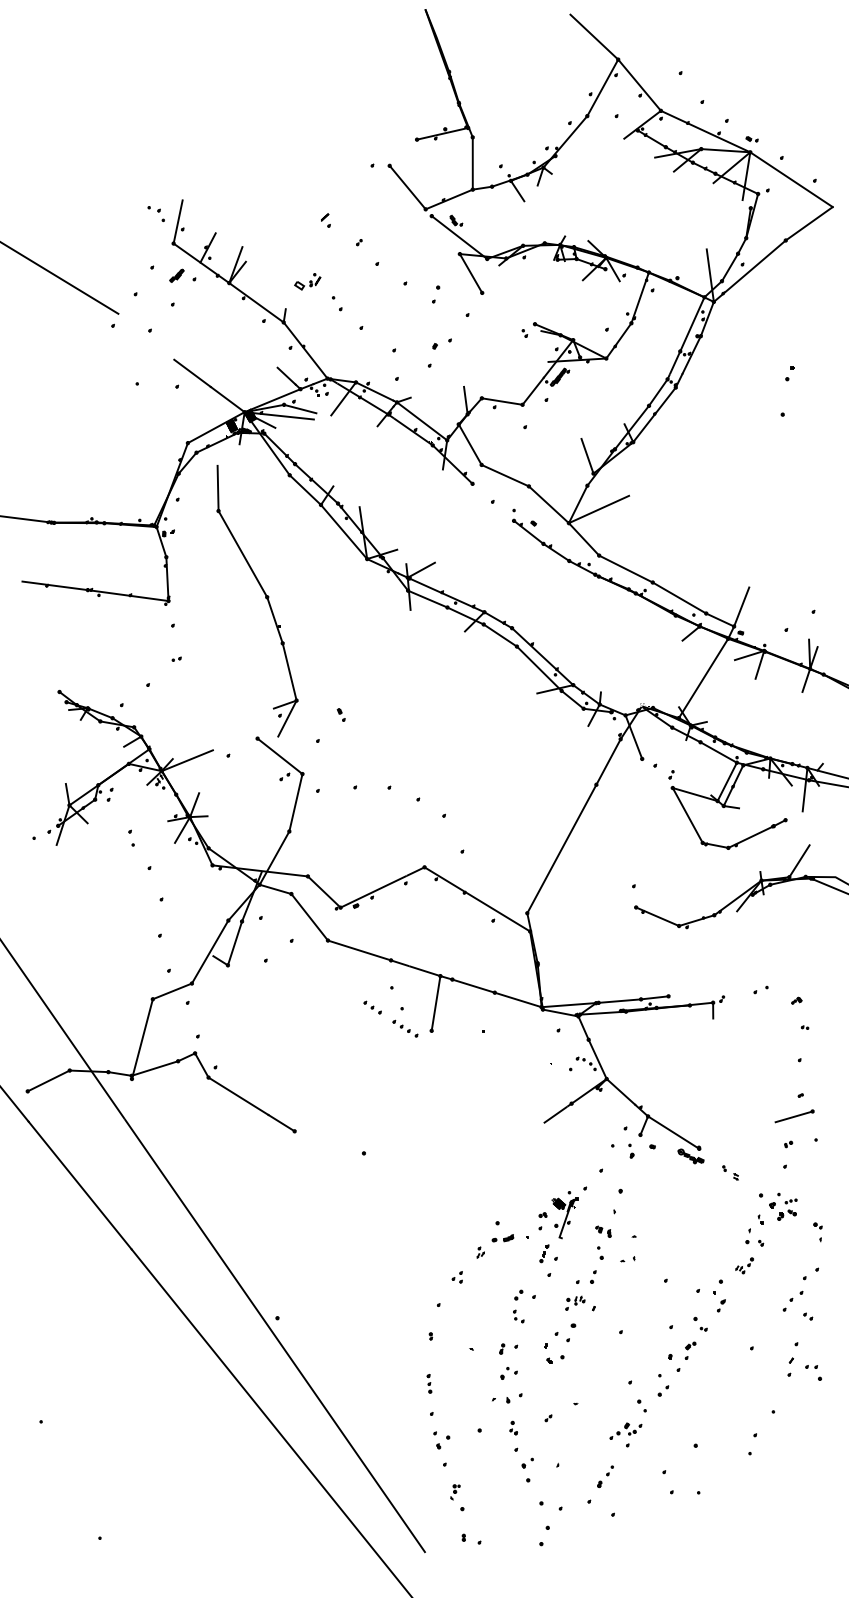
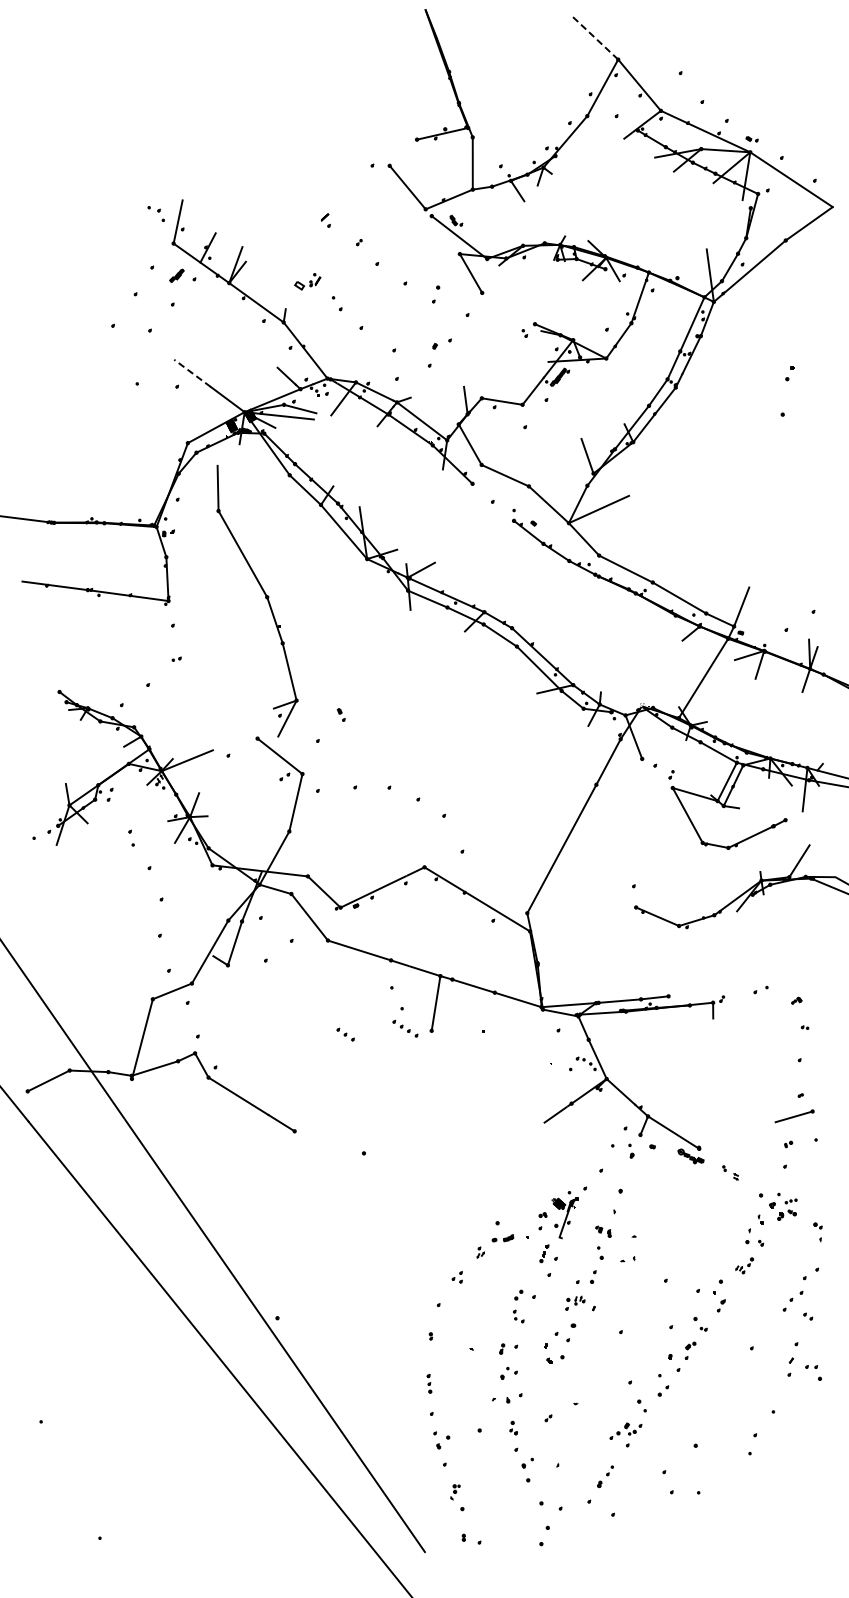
line at (594, 37): solid -> dashed
line at (60, 278): present -> none
line at (192, 373): solid -> dashed
part at (372, 1007) position: (372, 1007) -> (345, 1034)
